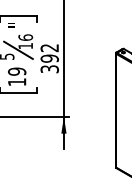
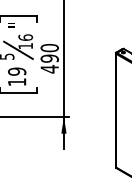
text at (49, 58): 392 -> 490
